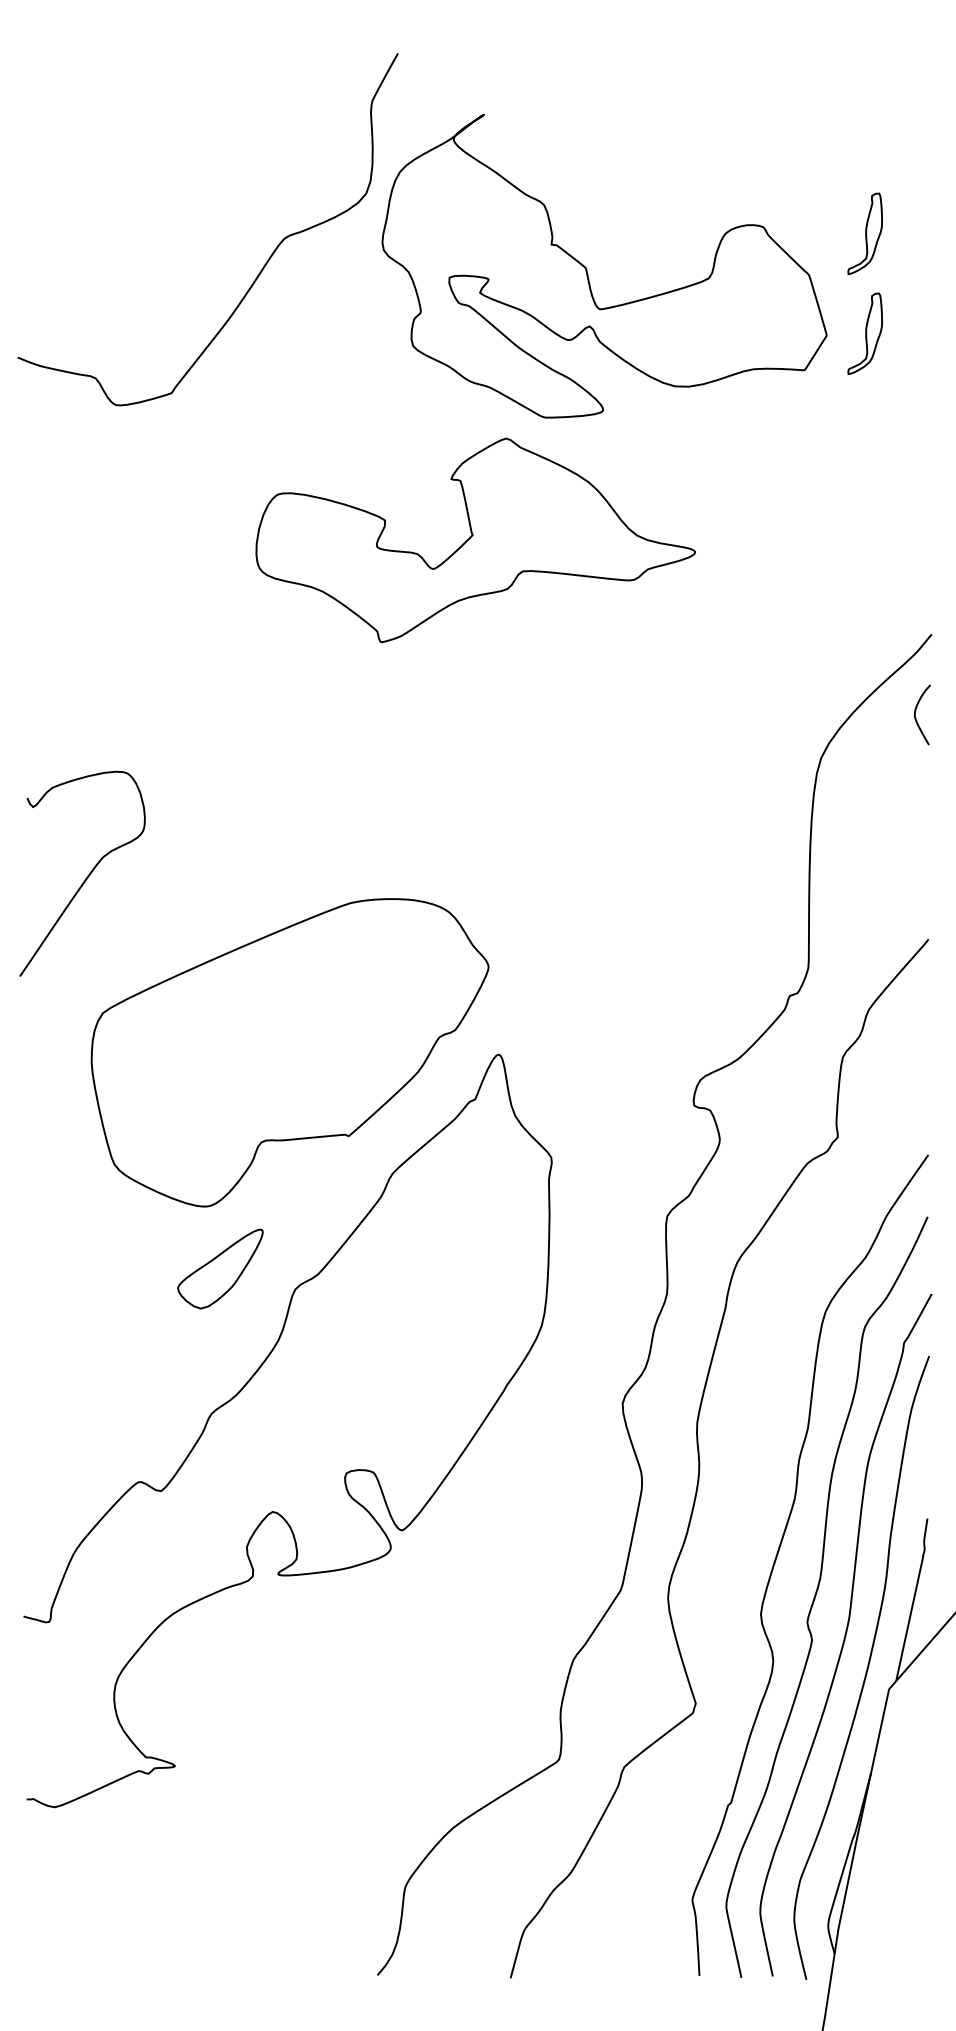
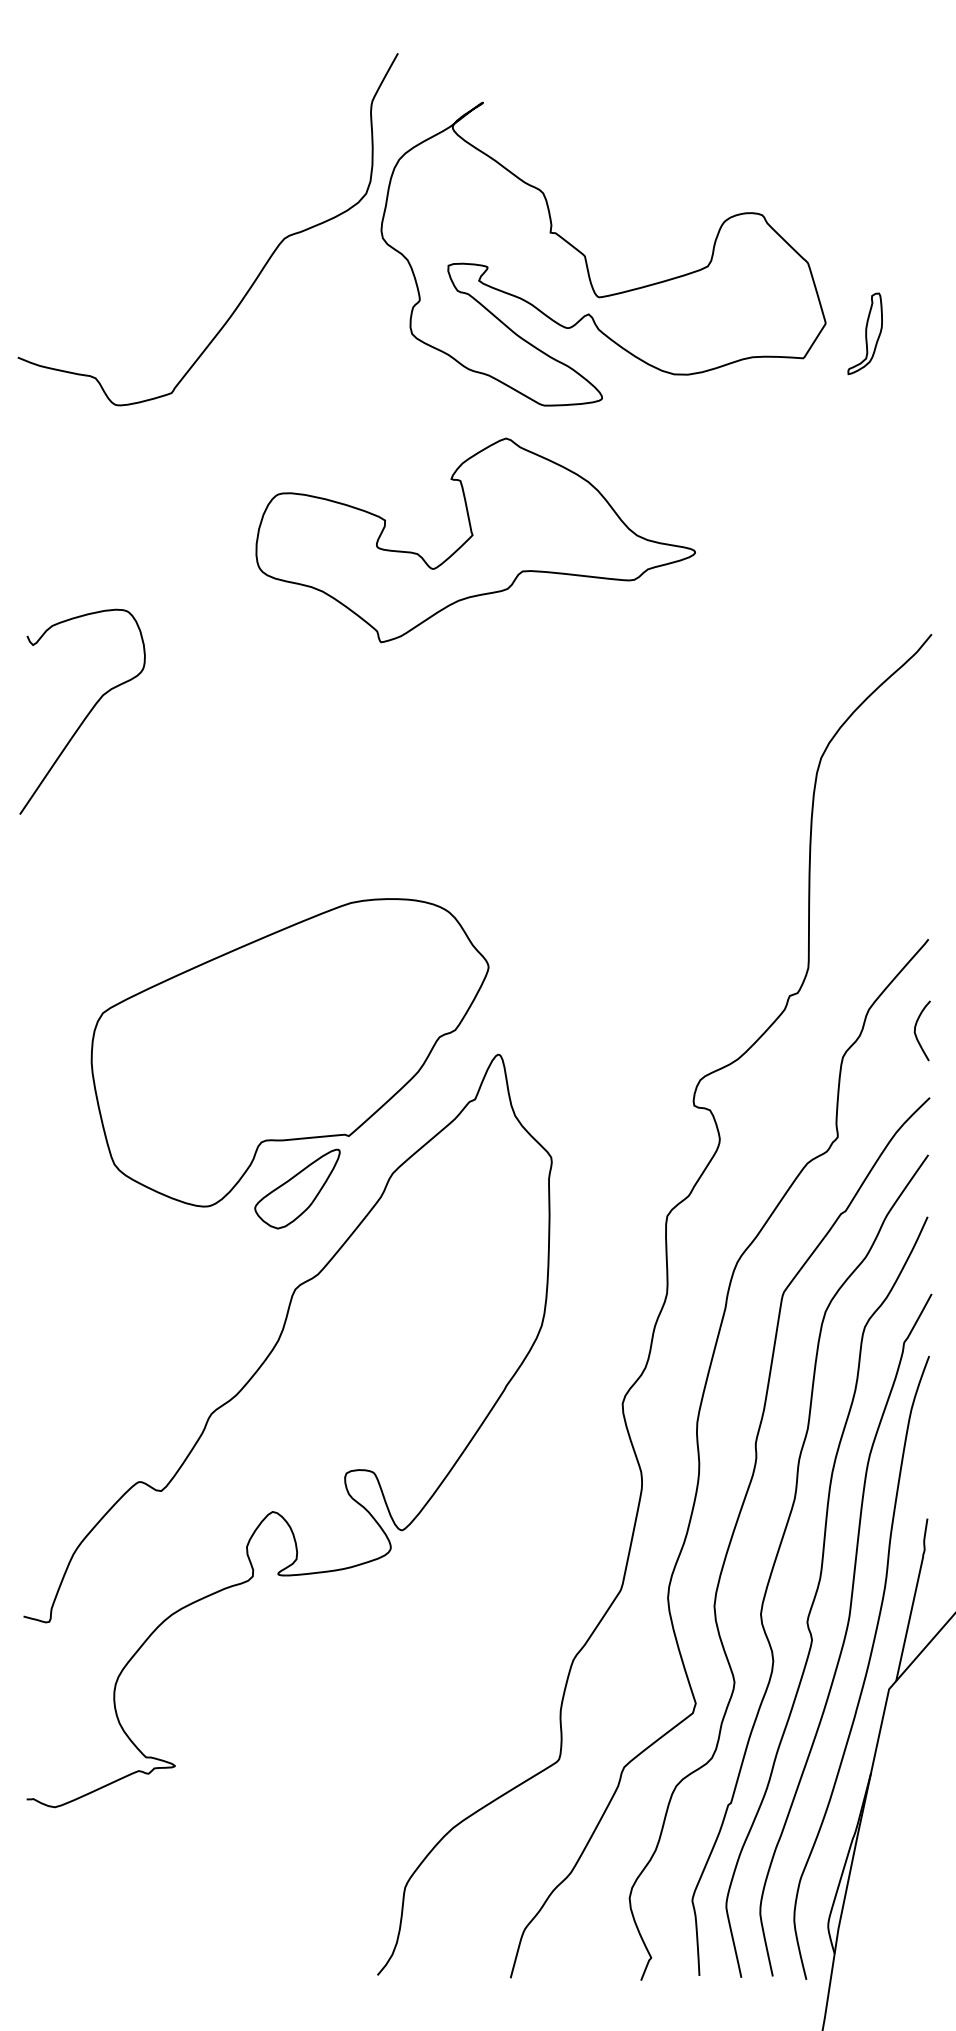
part at (864, 233): present -> none
part at (587, 269) position: (587, 269) -> (586, 257)
curve at (915, 714) position: (915, 714) -> (915, 1030)
curve at (87, 875) position: (87, 875) -> (87, 713)
part at (220, 1268) position: (220, 1268) -> (297, 1188)
curve at (737, 1523): none -> present
